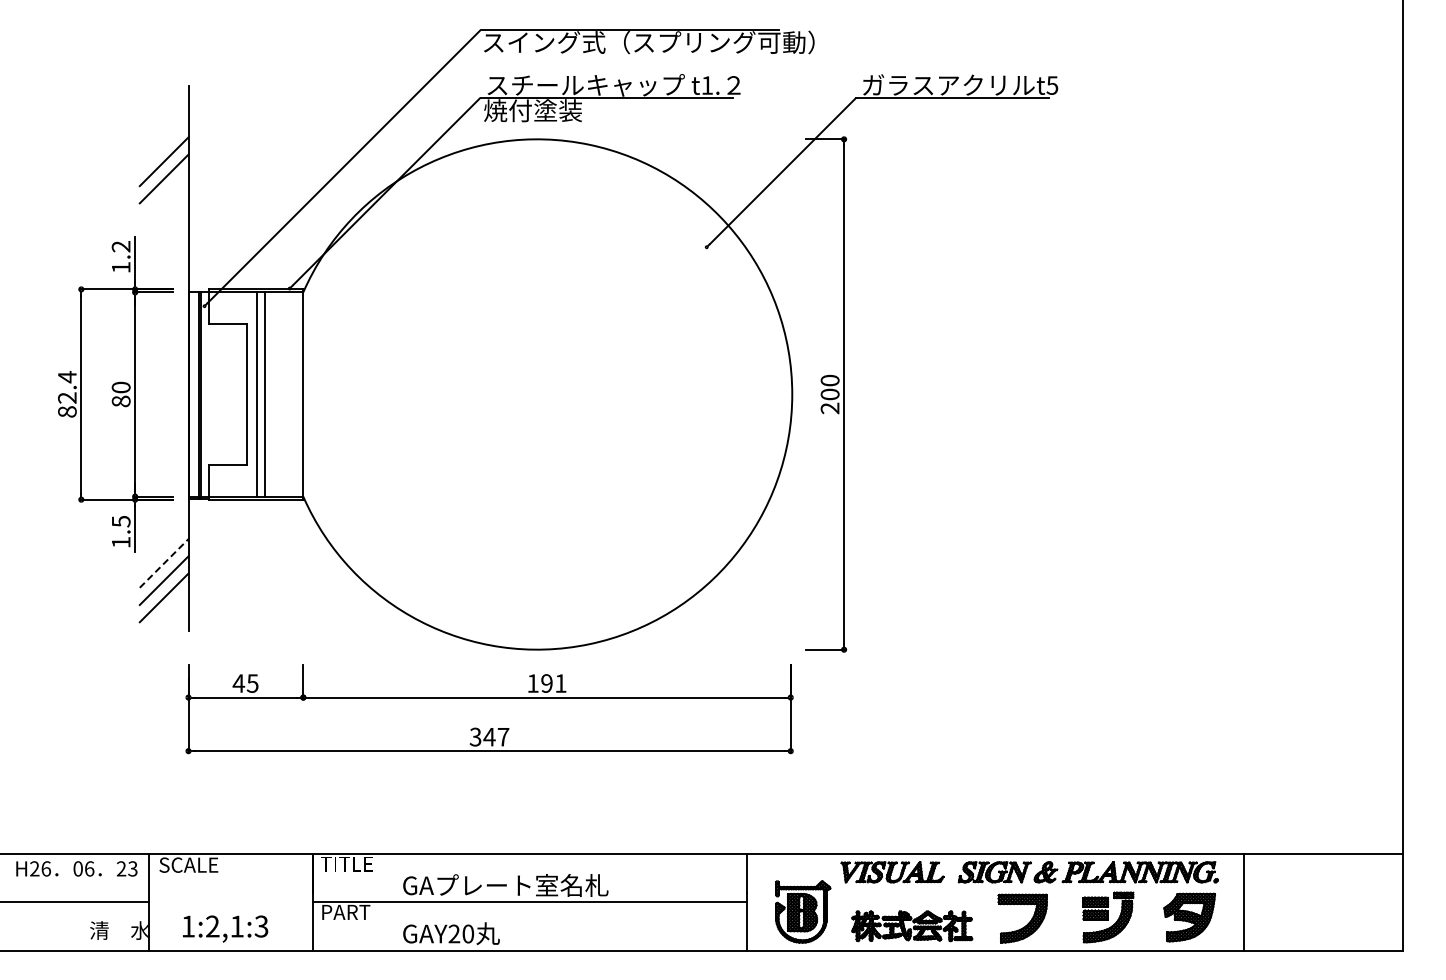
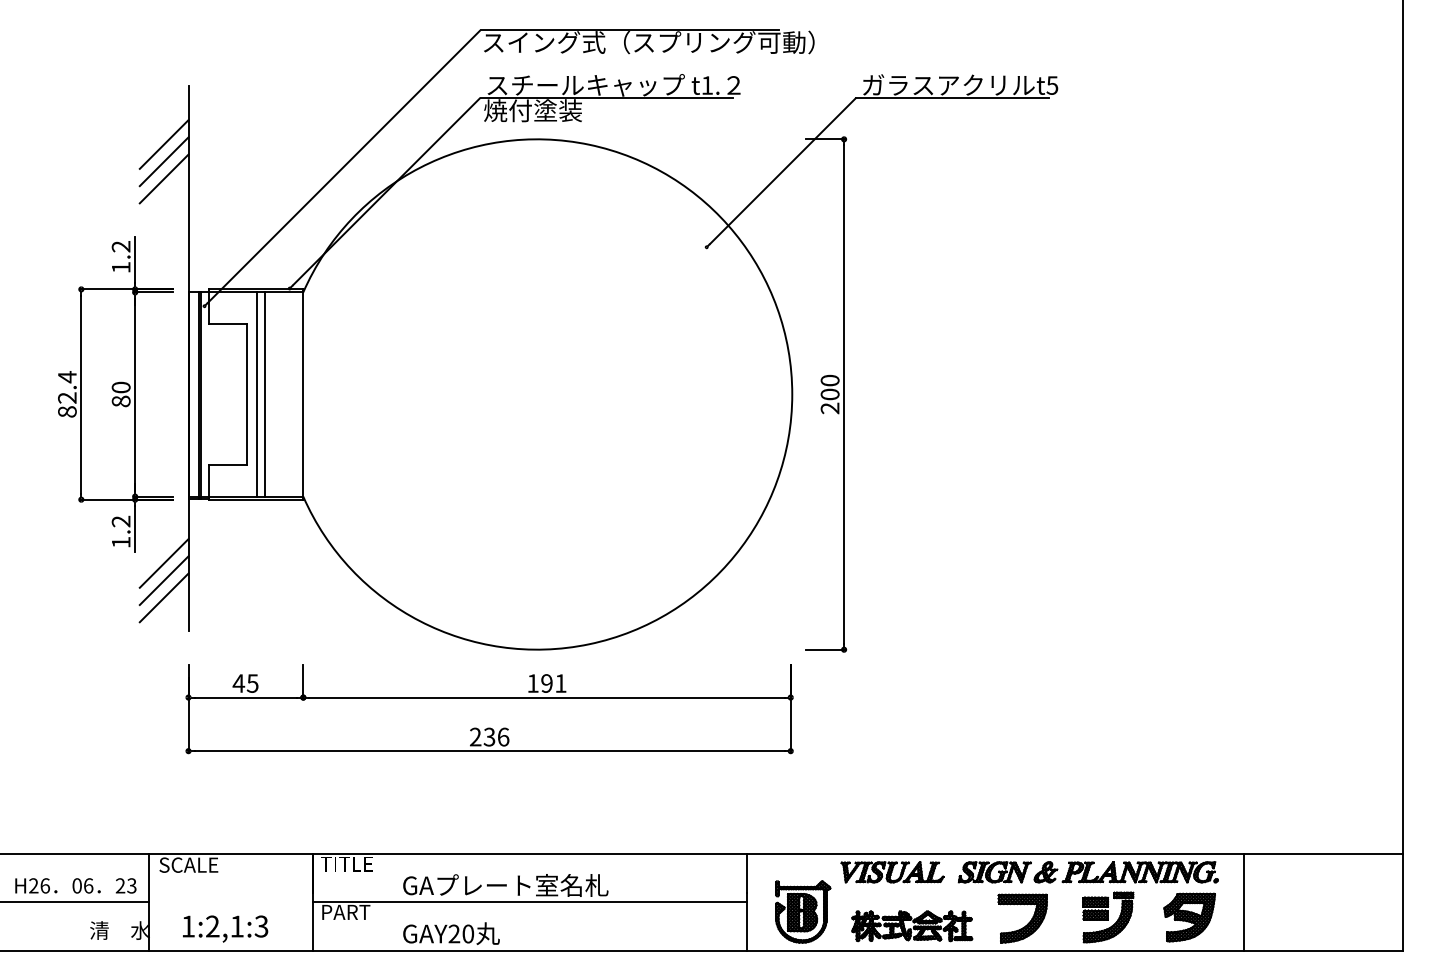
line at (163, 144): none -> present
text at (120, 521): 1.5 -> 1.2
line at (164, 563): dashed -> solid
text at (489, 736): 347 -> 236
text at (76, 868) position: (76, 868) -> (75, 885)
